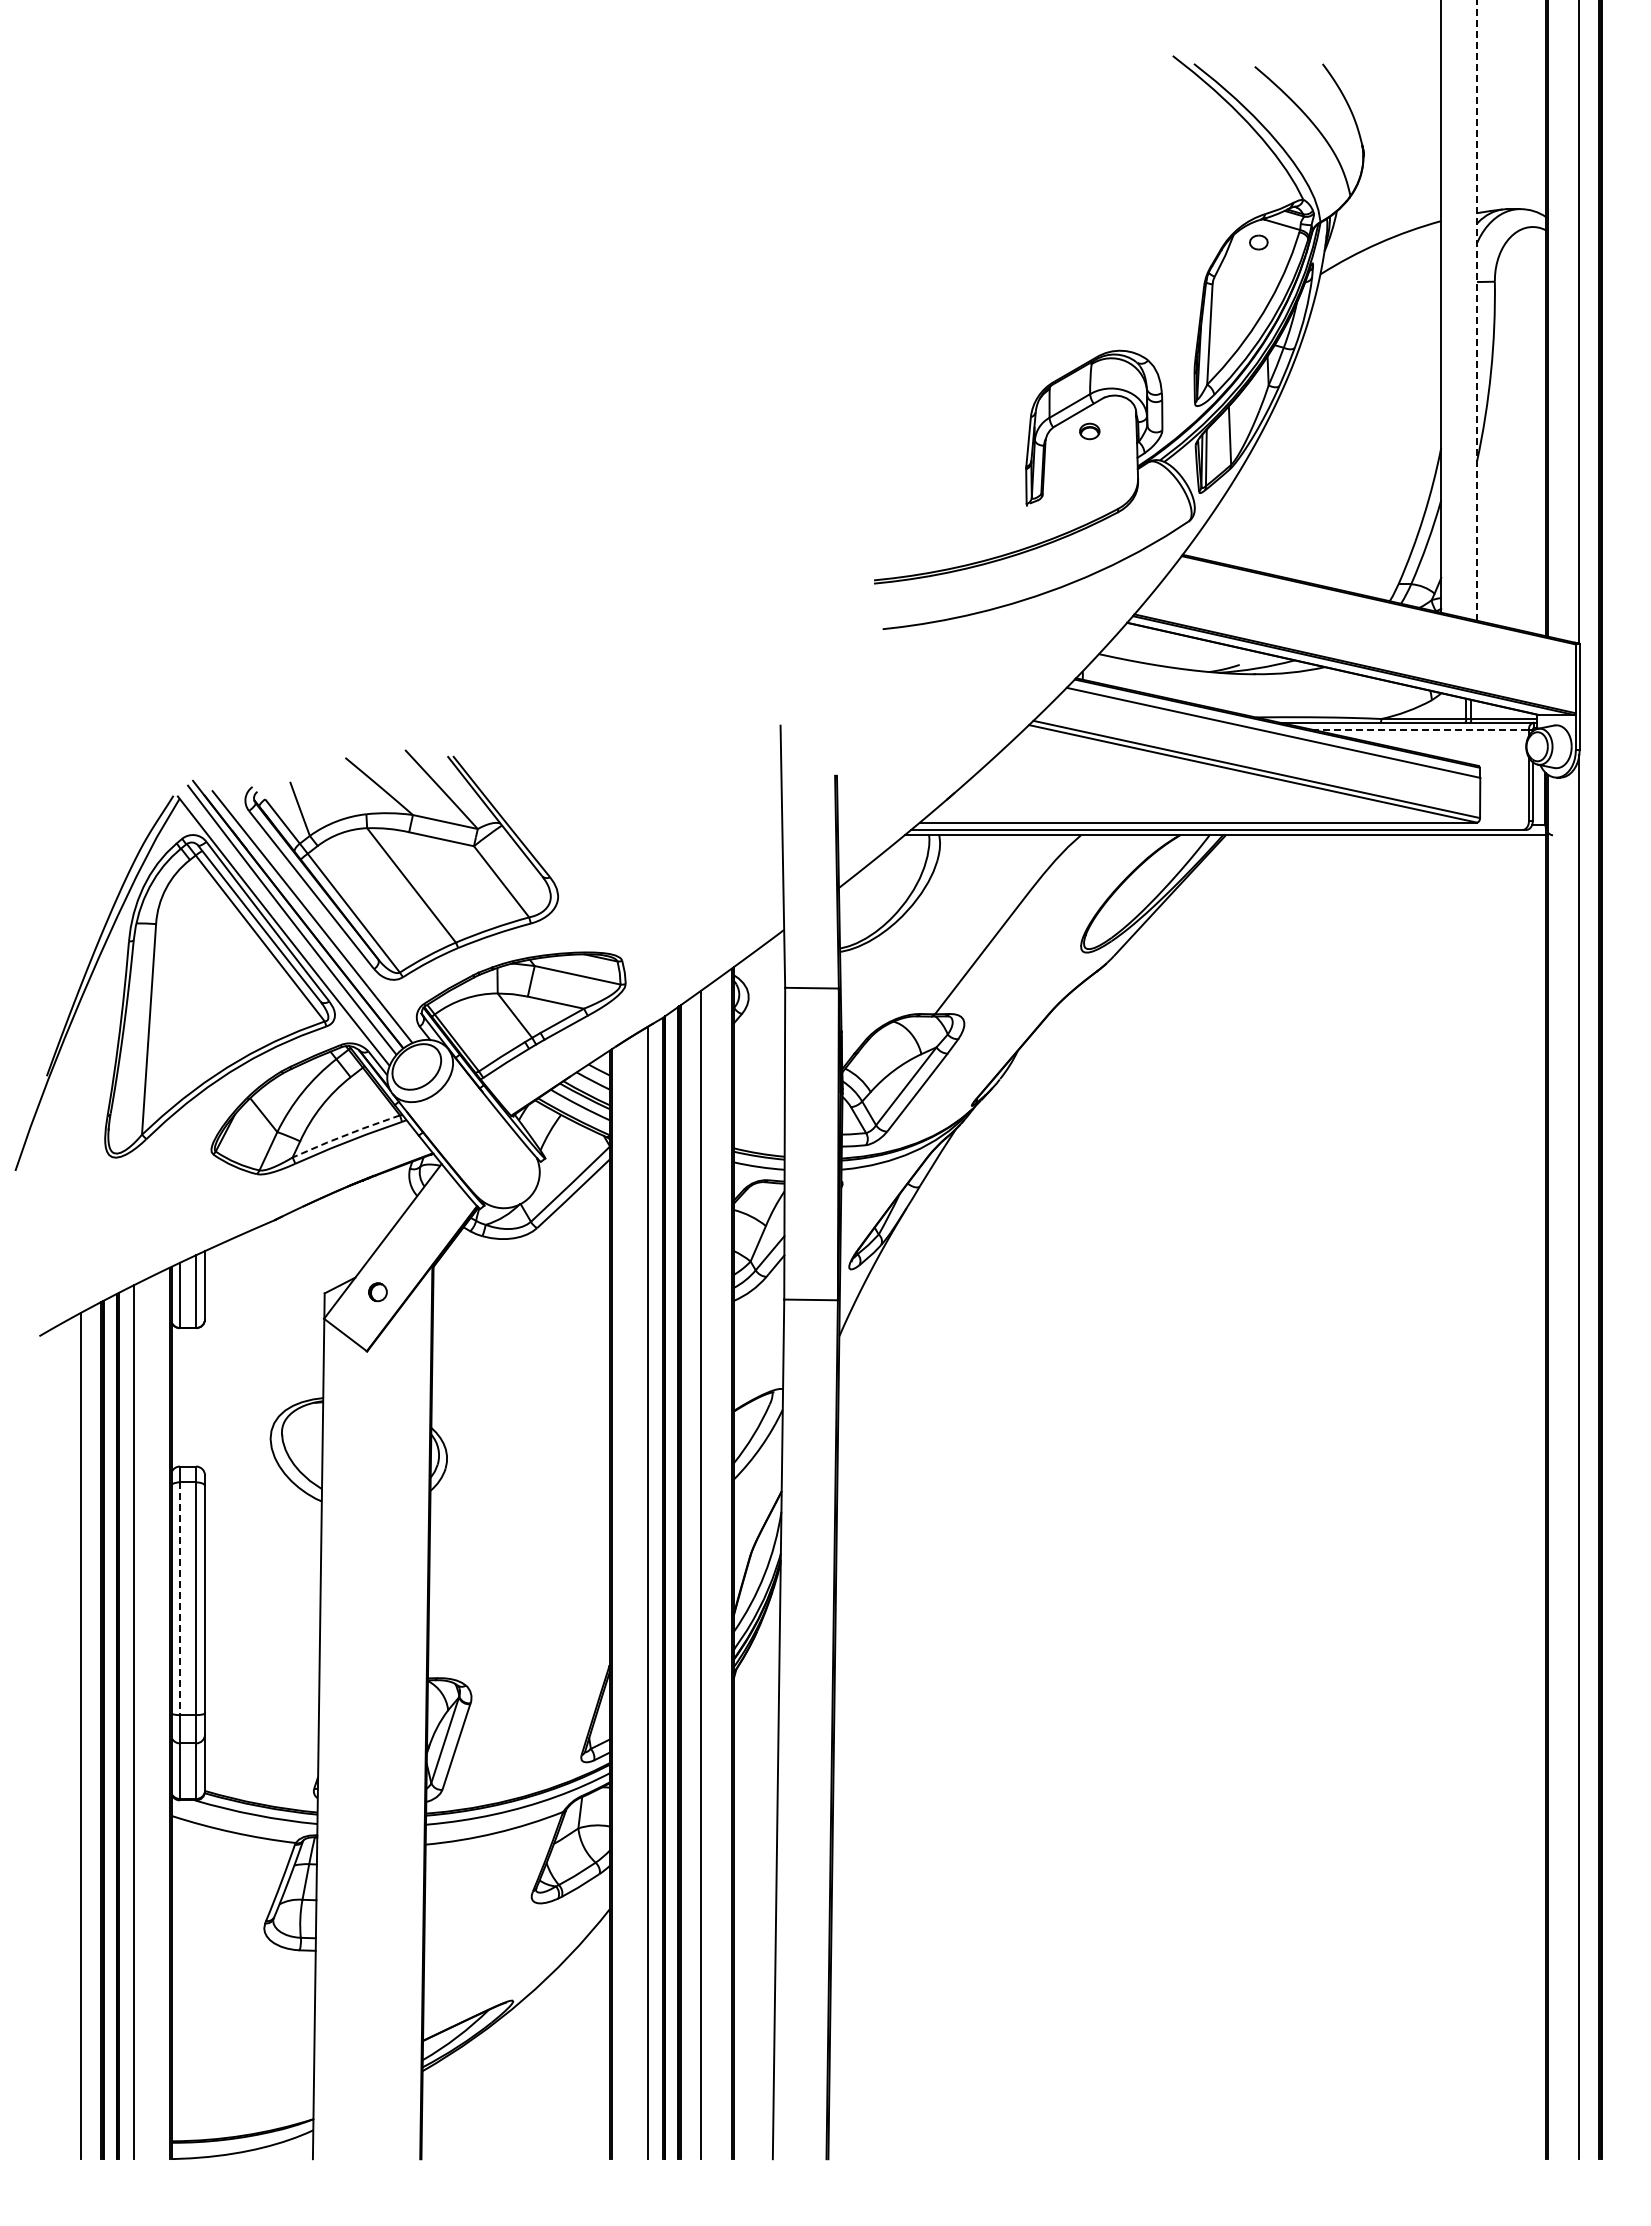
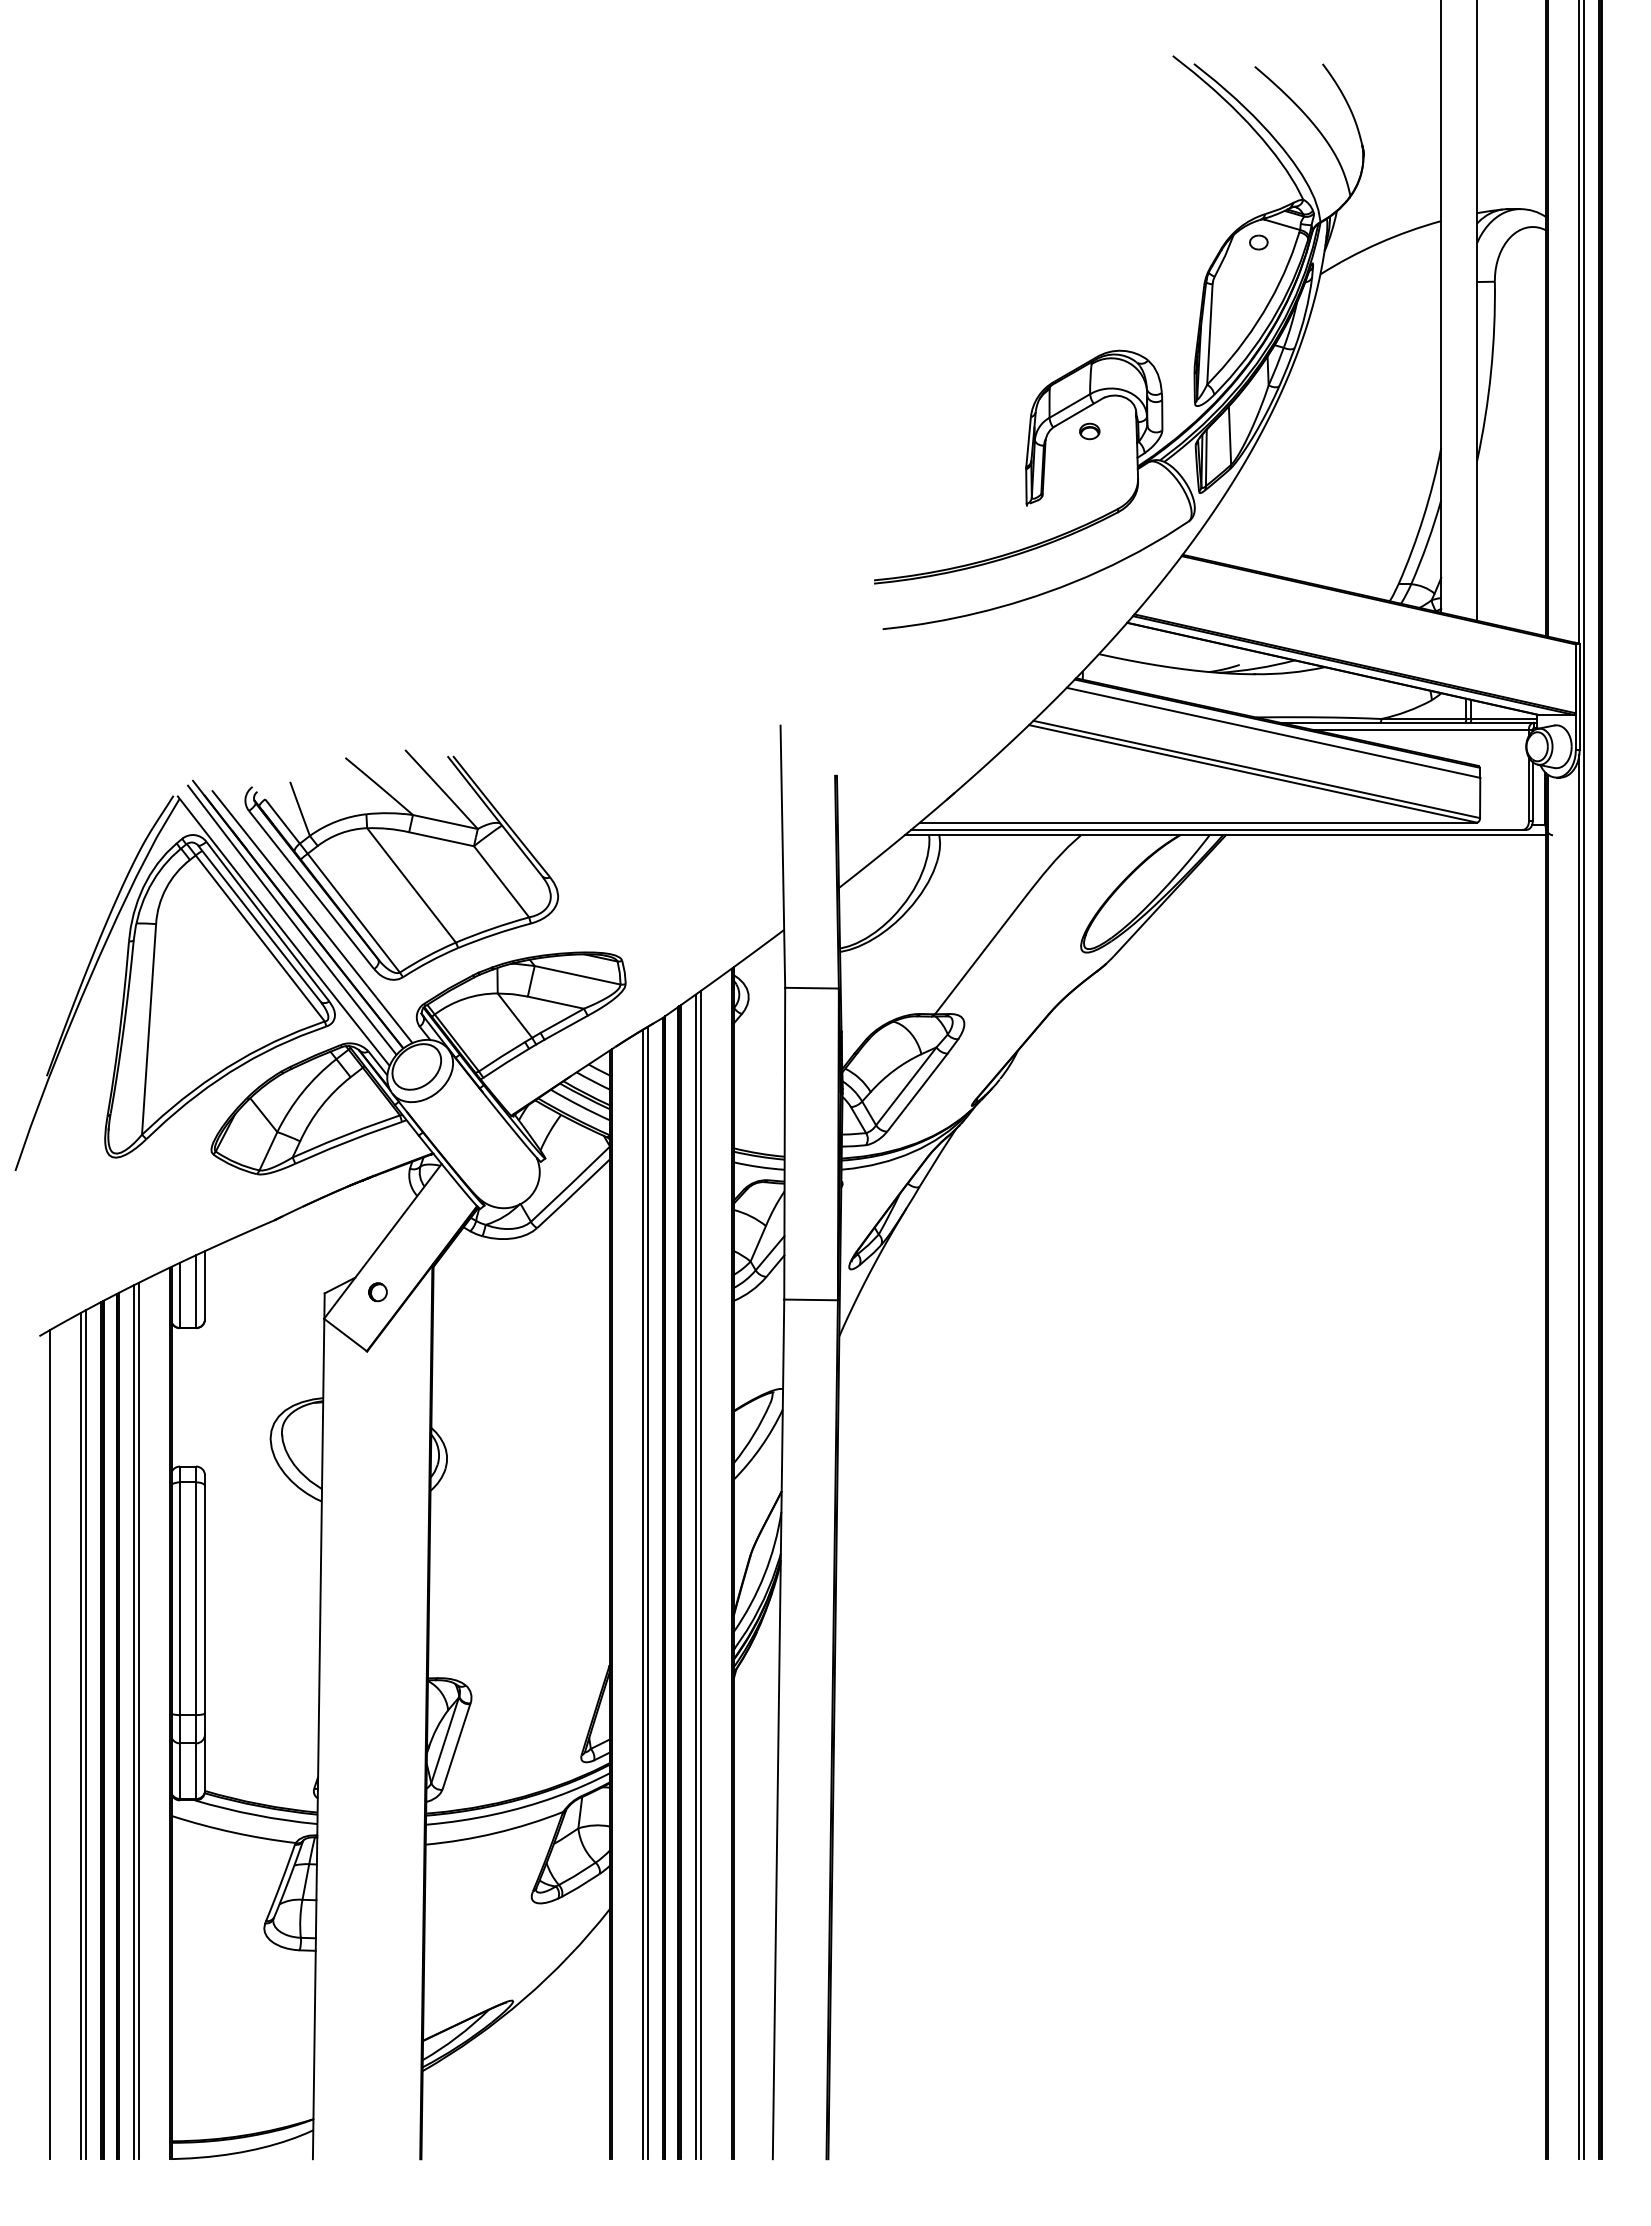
line at (1477, 310): dashed -> solid
line at (1421, 729): dashed -> solid
line at (1584, 1080): none -> present
line at (345, 1135): dashed -> solid
line at (695, 1576): none -> present
line at (642, 1594): none -> present
line at (179, 1599): dashed -> solid
line at (139, 1720): none -> present
line at (86, 1734): none -> present
line at (50, 1744): none -> present
